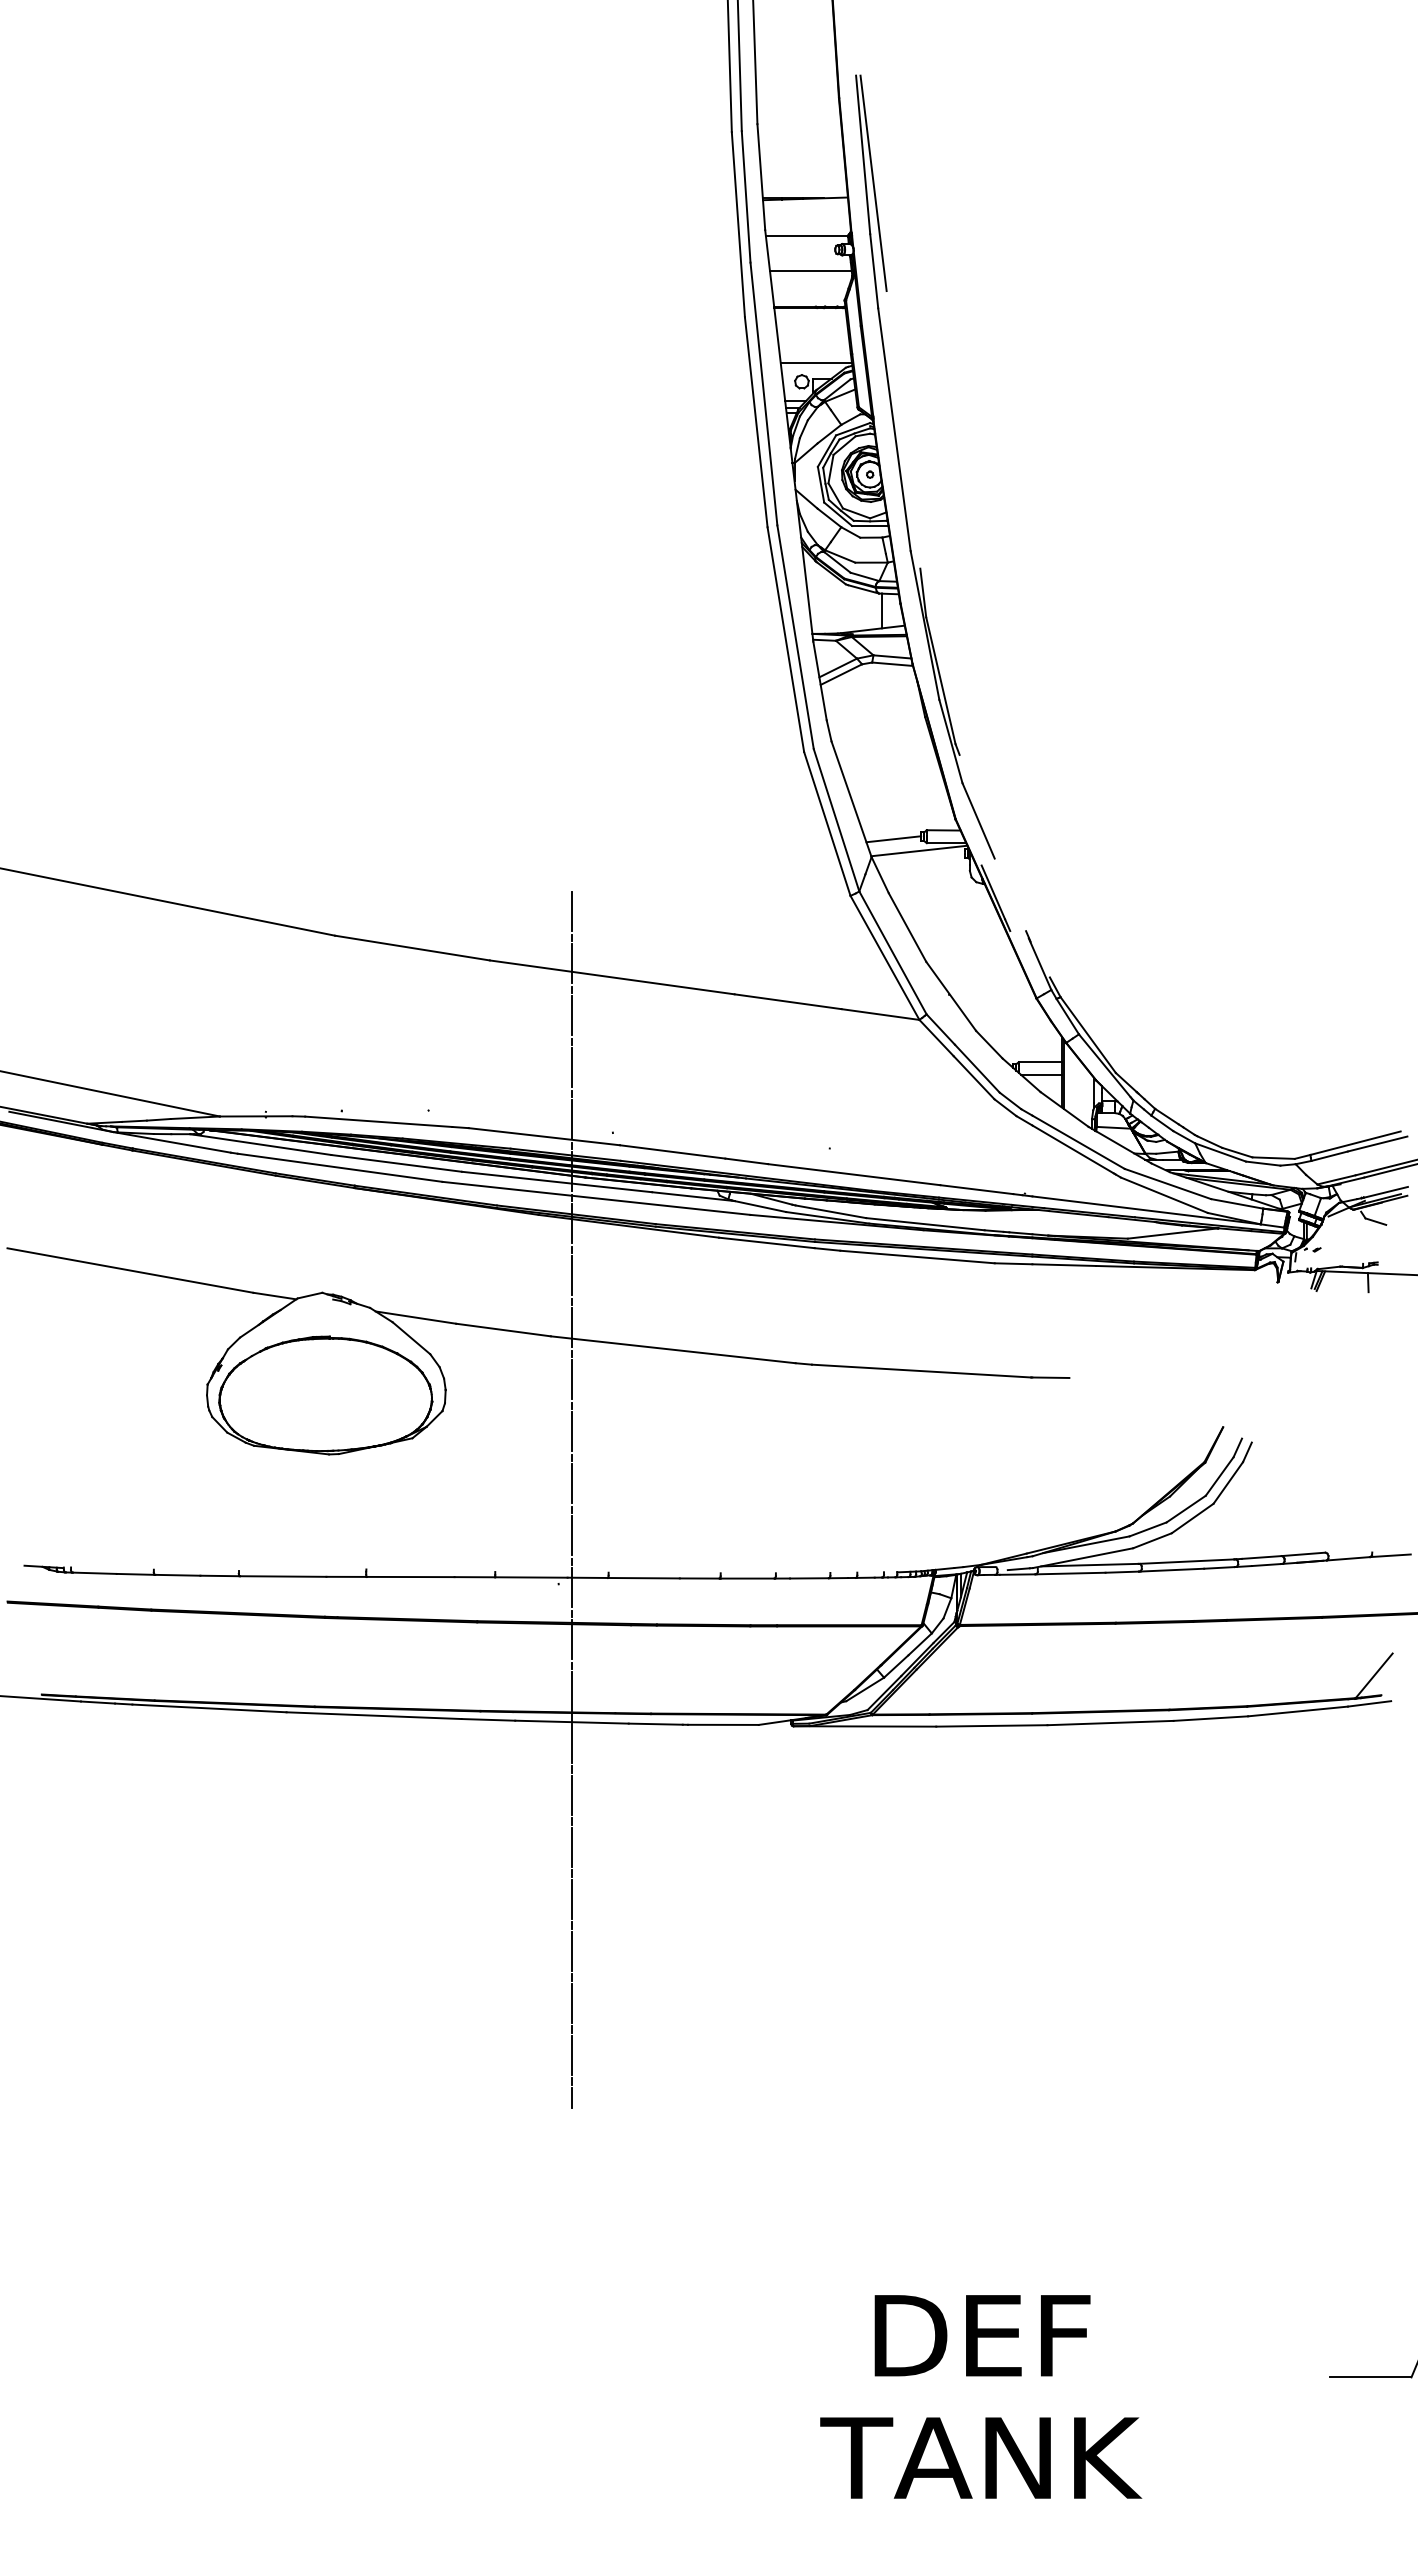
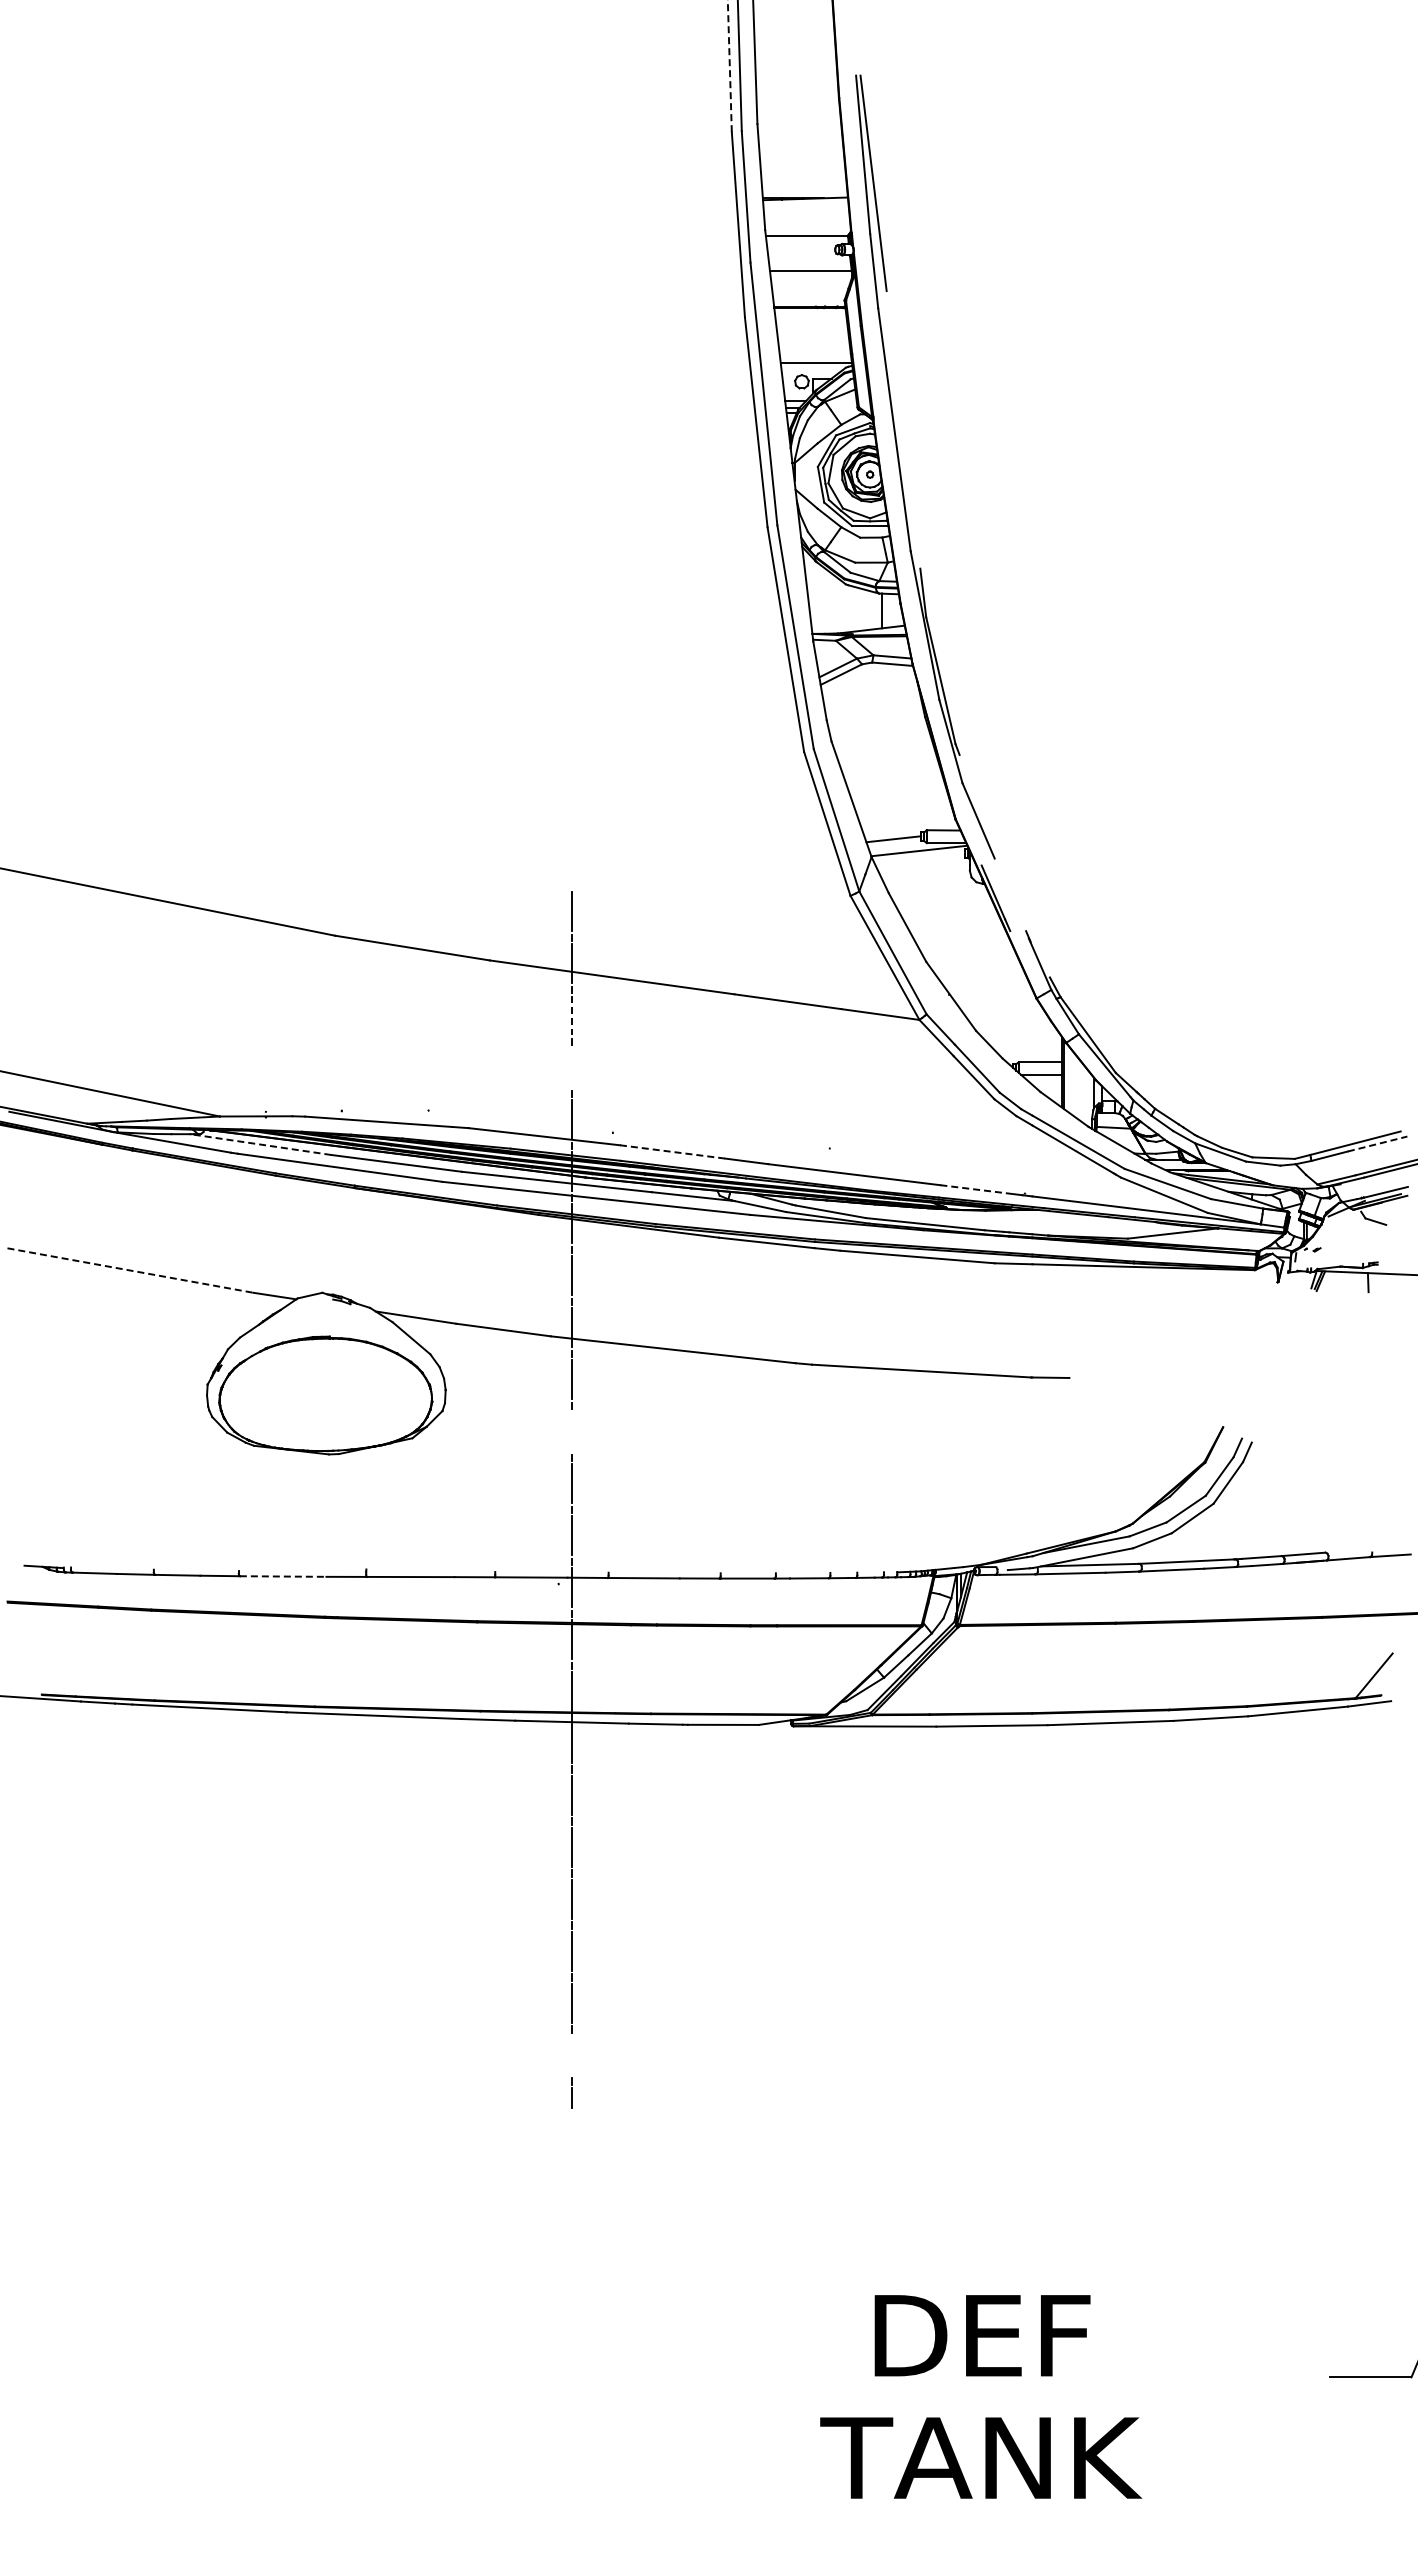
line at (729, 66): solid -> dashed
line at (571, 1016): solid -> dashed
line at (571, 1067): present -> none
line at (260, 1144): solid -> dashed
line at (1377, 1144): solid -> dashed
line at (673, 1152): solid -> dashed
line at (976, 1189): solid -> dashed
line at (130, 1270): solid -> dashed
line at (571, 1431): present -> none
line at (283, 1576): solid -> dashed
line at (571, 2055): present -> none
